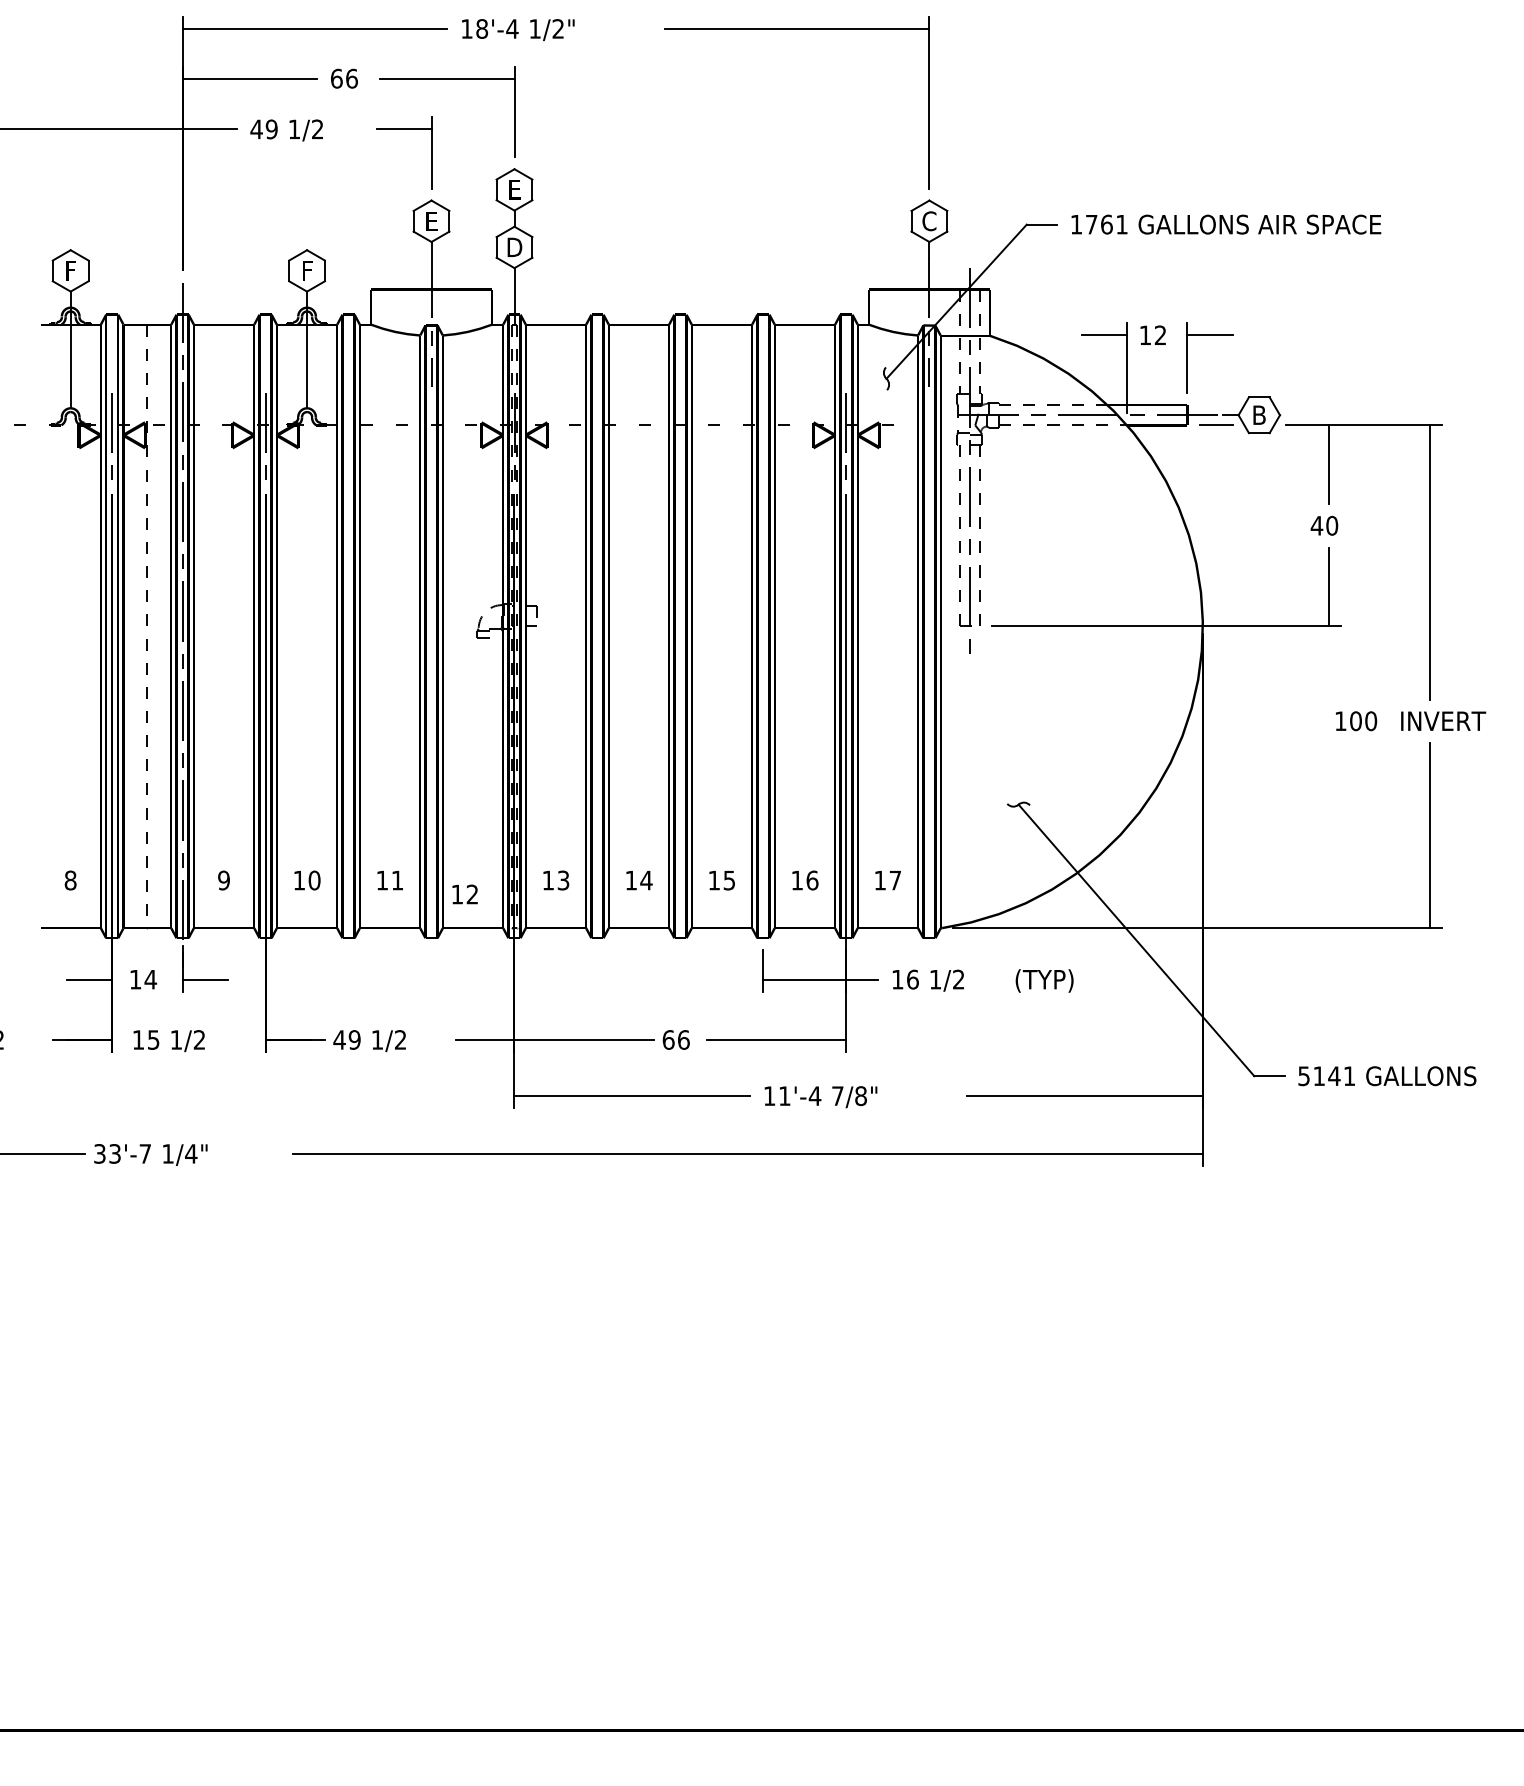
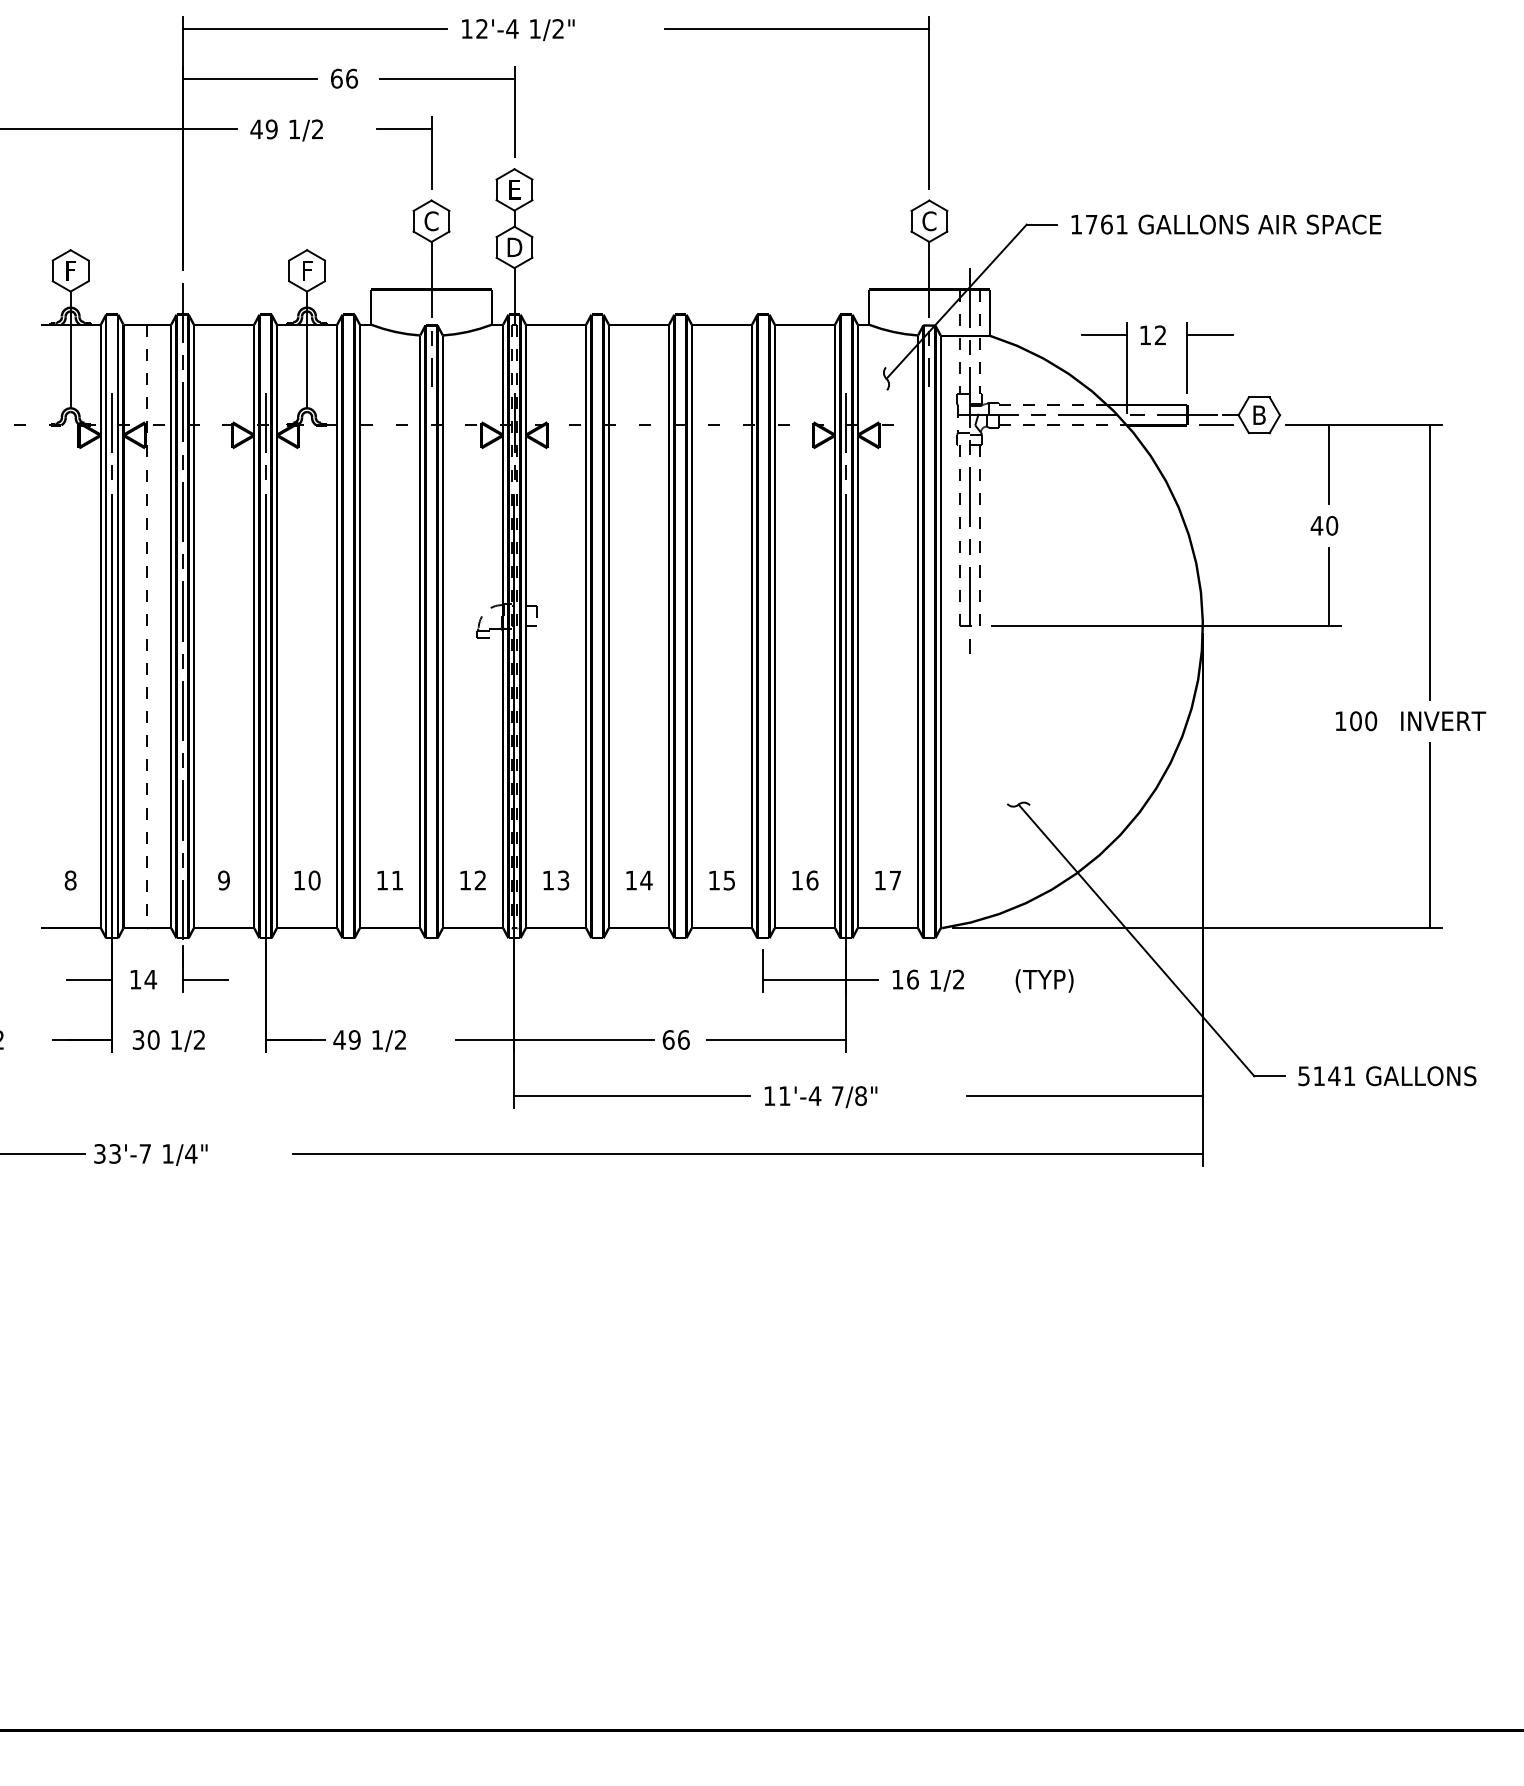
text at (482, 28): 18'-4 -> 12'-4
text at (431, 221): E -> C
text at (464, 894) position: (464, 894) -> (472, 880)
text at (145, 1039): 15 -> 30
